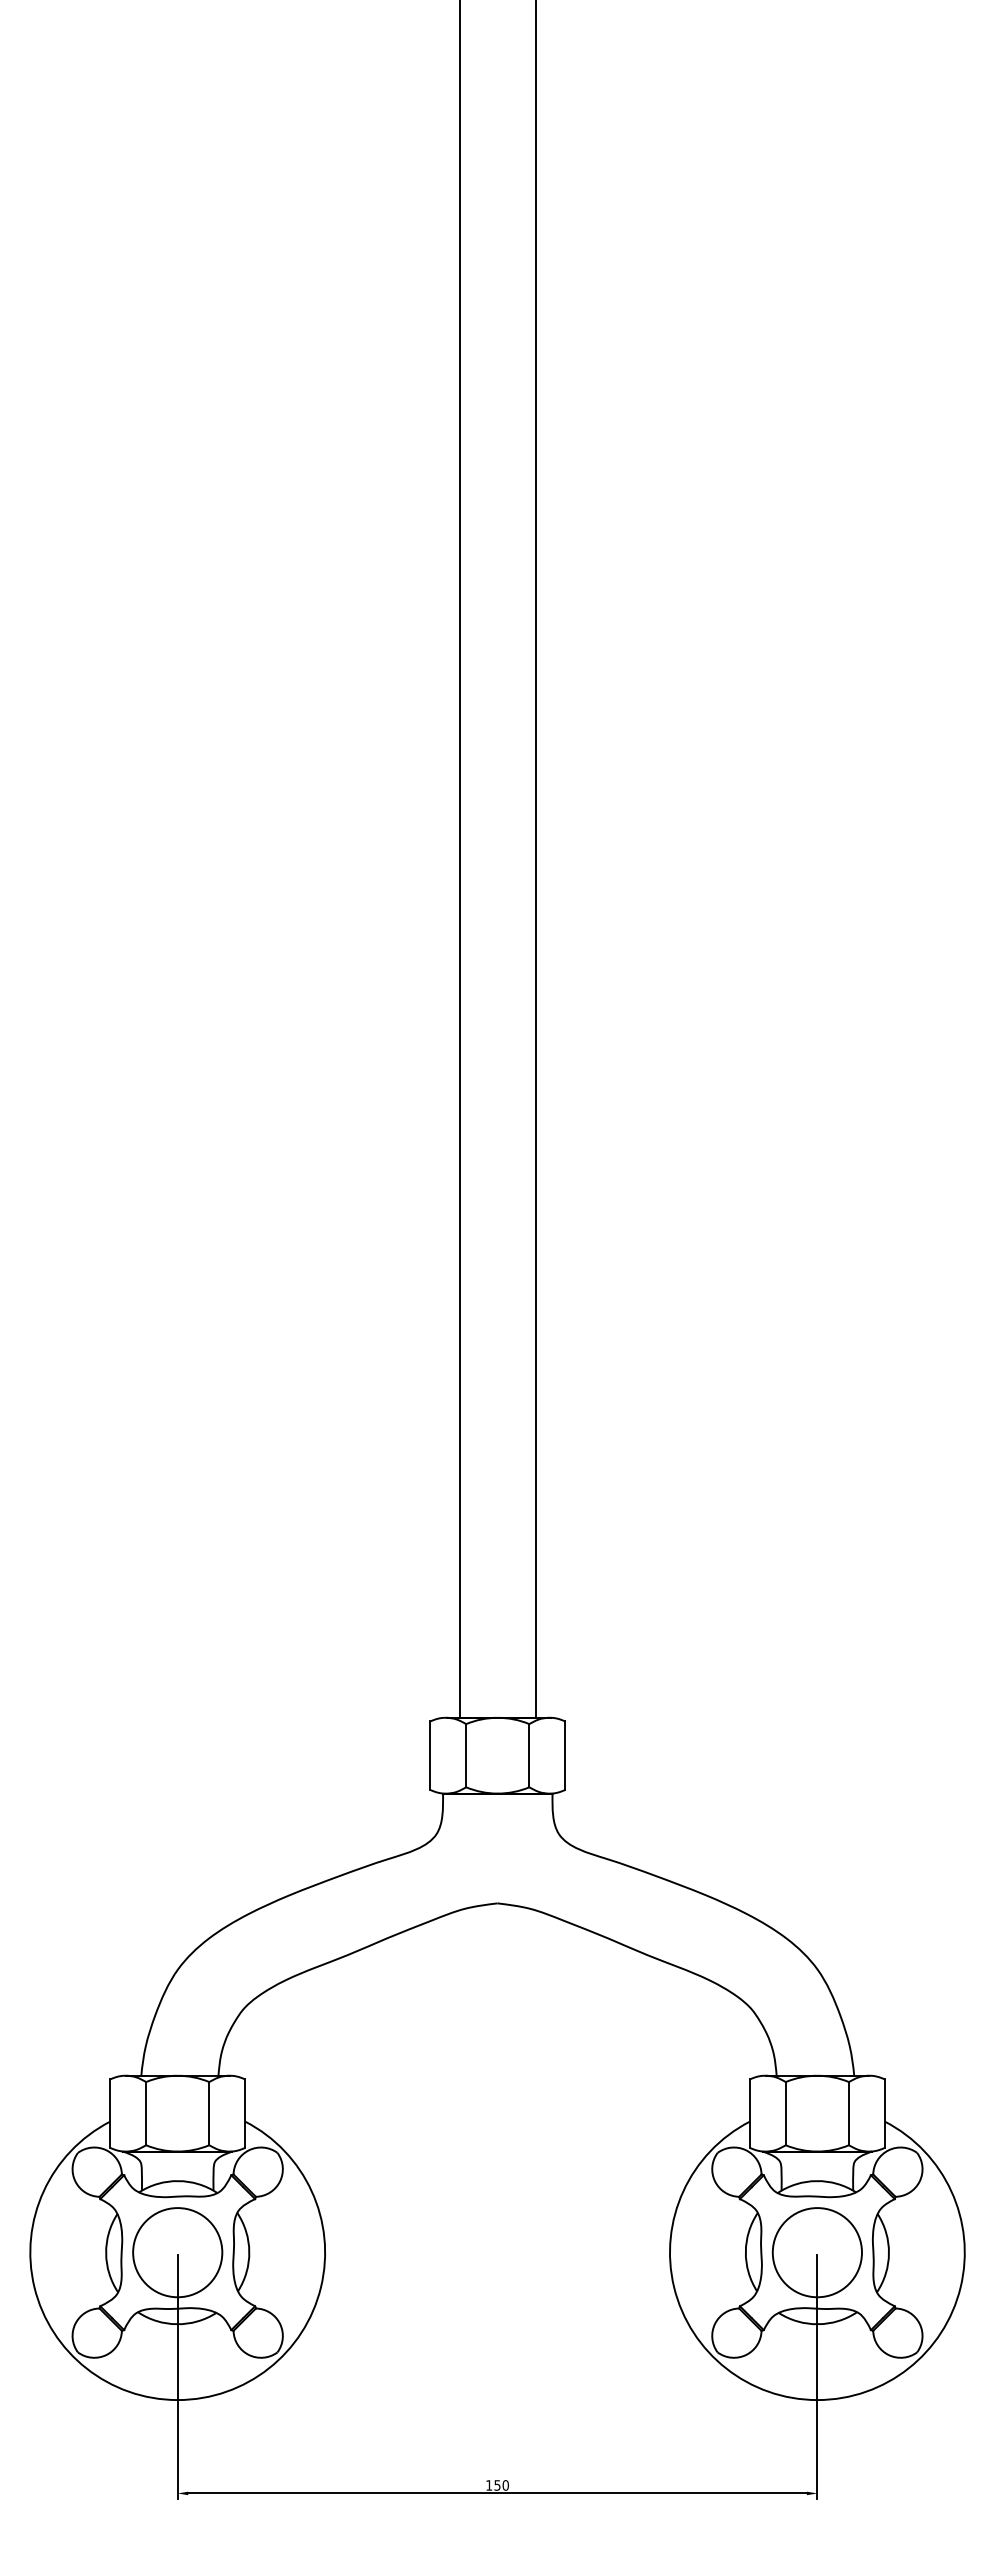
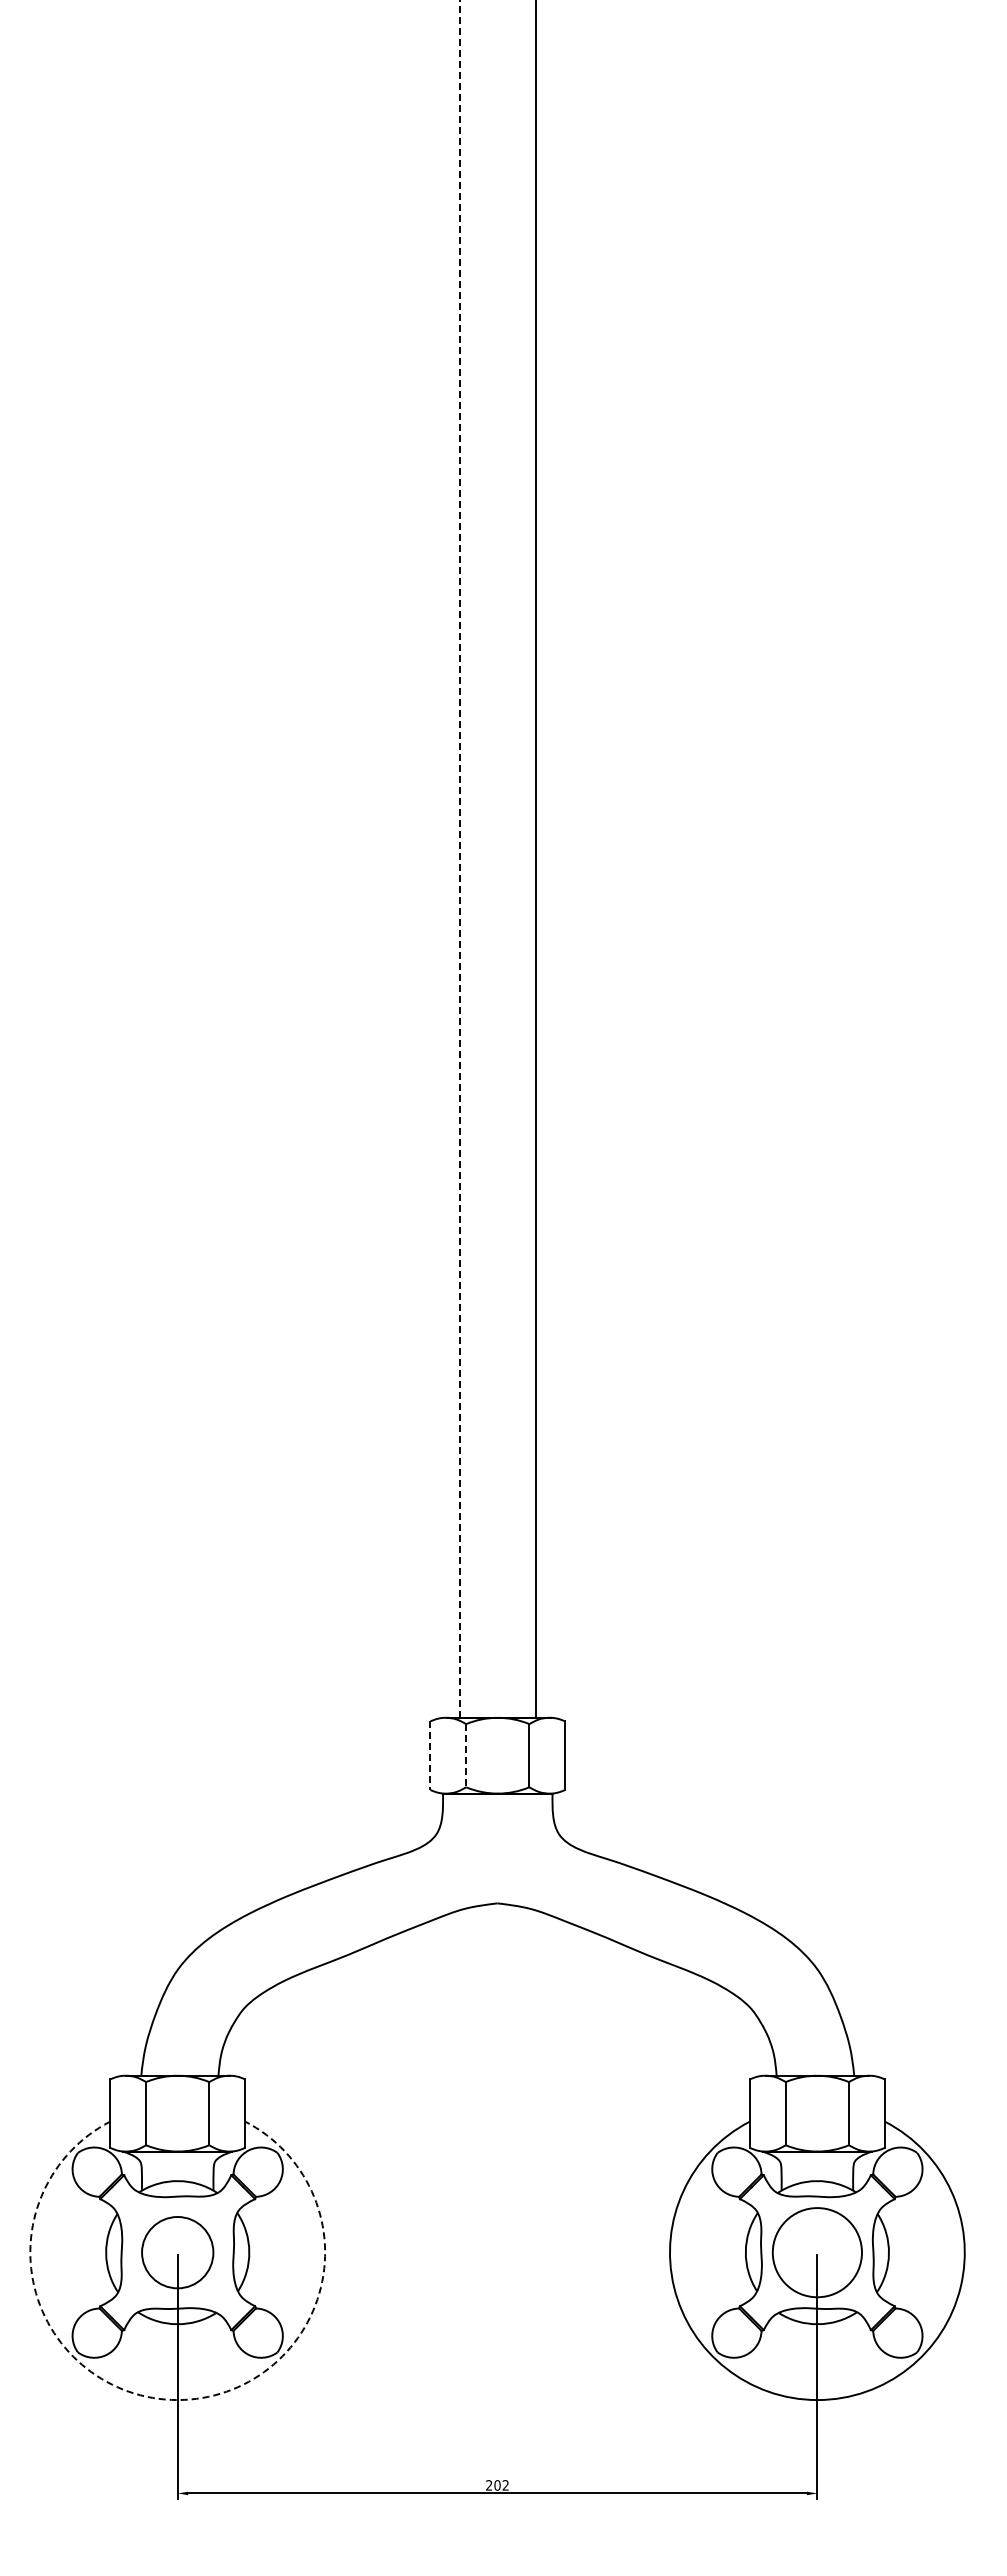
line at (459, 859): solid -> dashed
line at (466, 1755): solid -> dashed
line at (430, 1756): solid -> dashed
circle at (177, 2252) diameter: 89 px -> 71 px
arc at (177, 2400): solid -> dashed
text at (497, 2485): 150 -> 202
